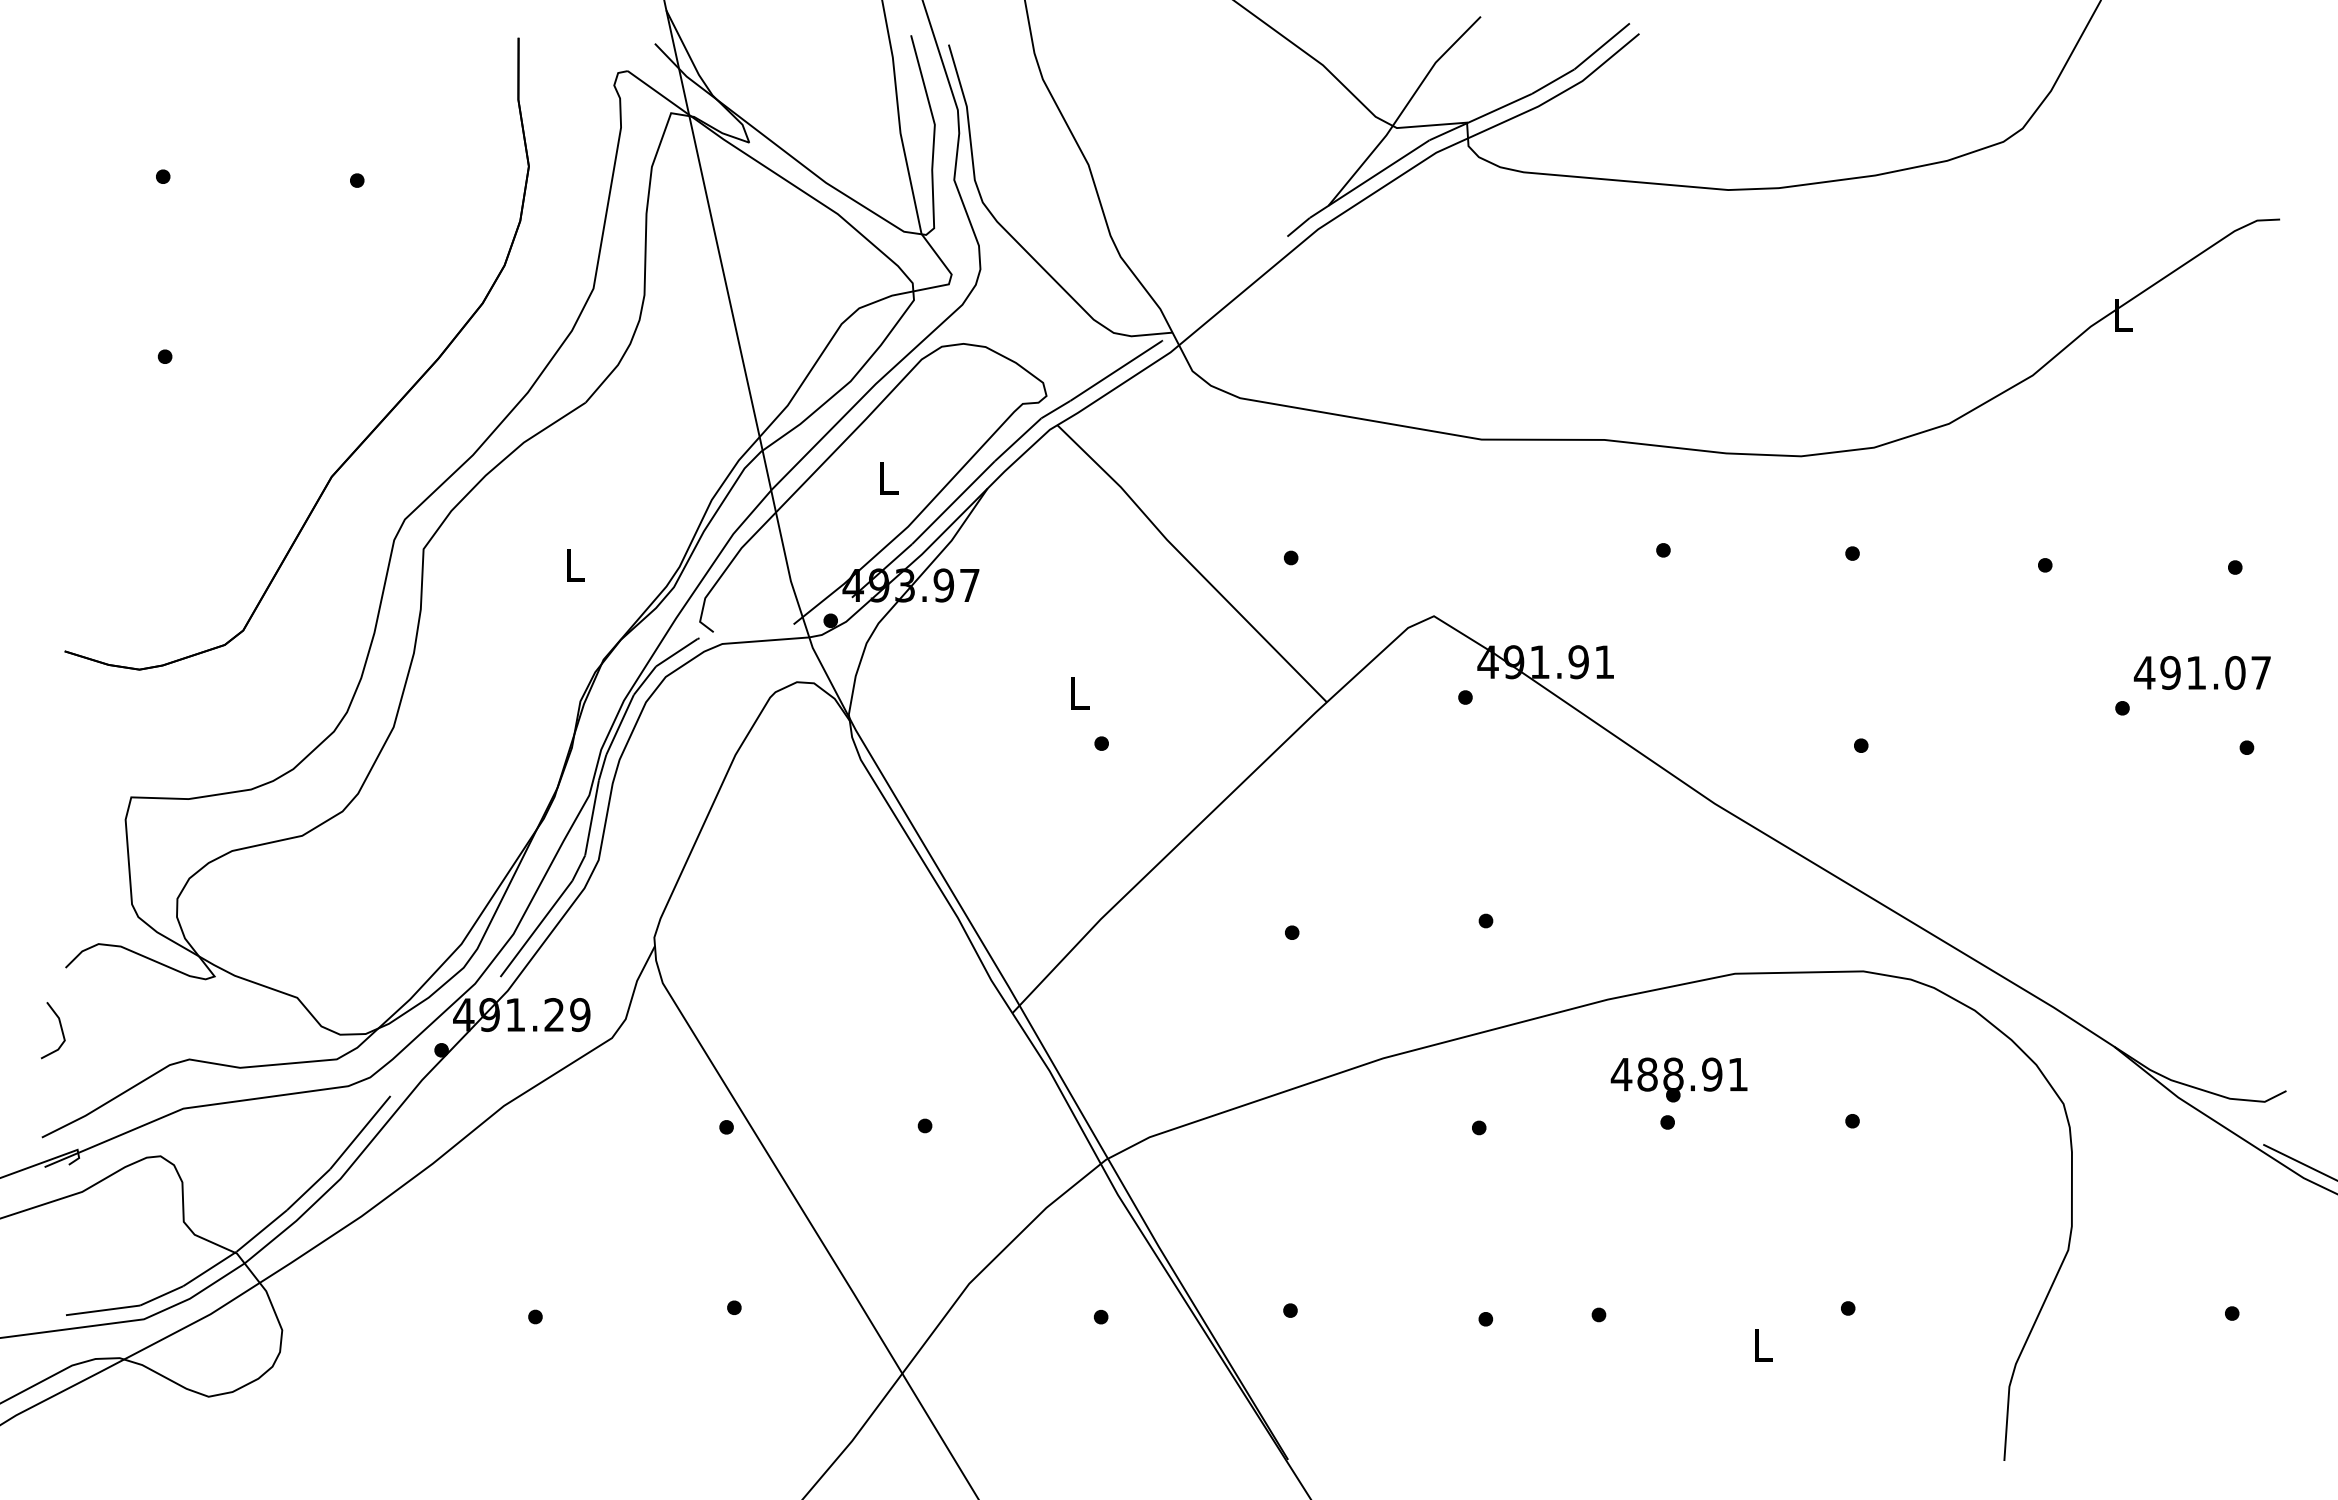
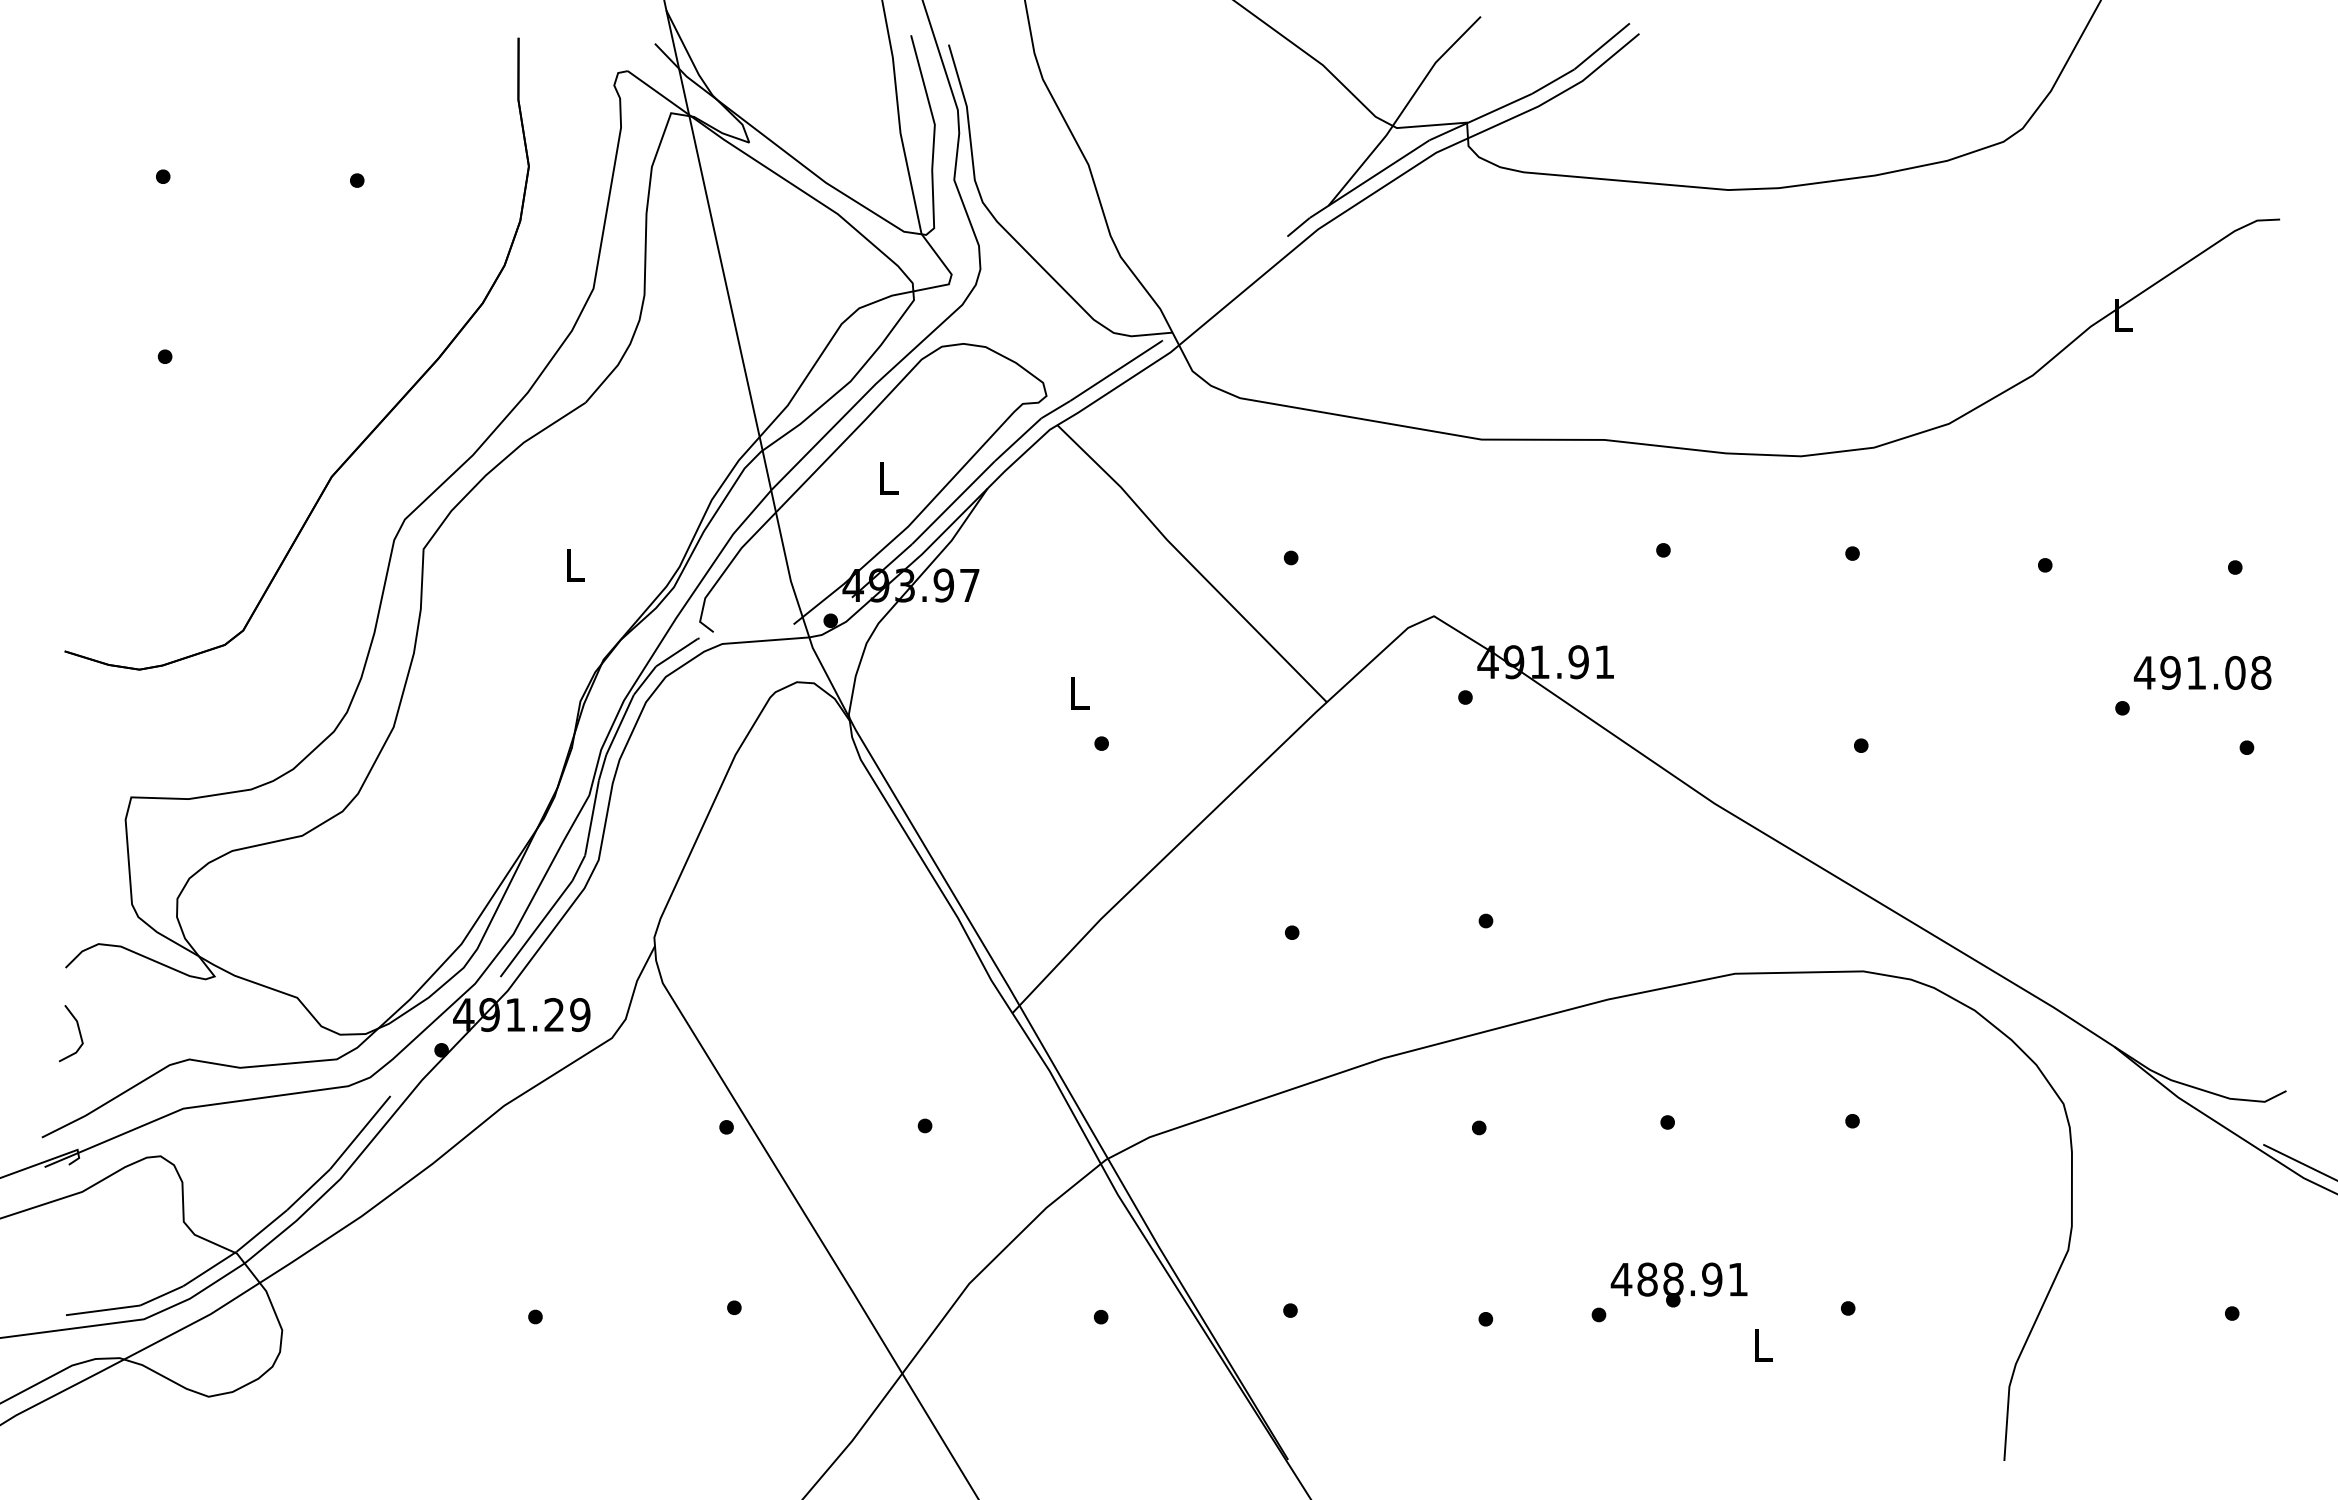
text at (2261, 672): 491.07 -> 491.08
line at (60, 1028) position: (60, 1028) -> (78, 1031)
text at (1678, 1079) position: (1678, 1079) -> (1678, 1284)
